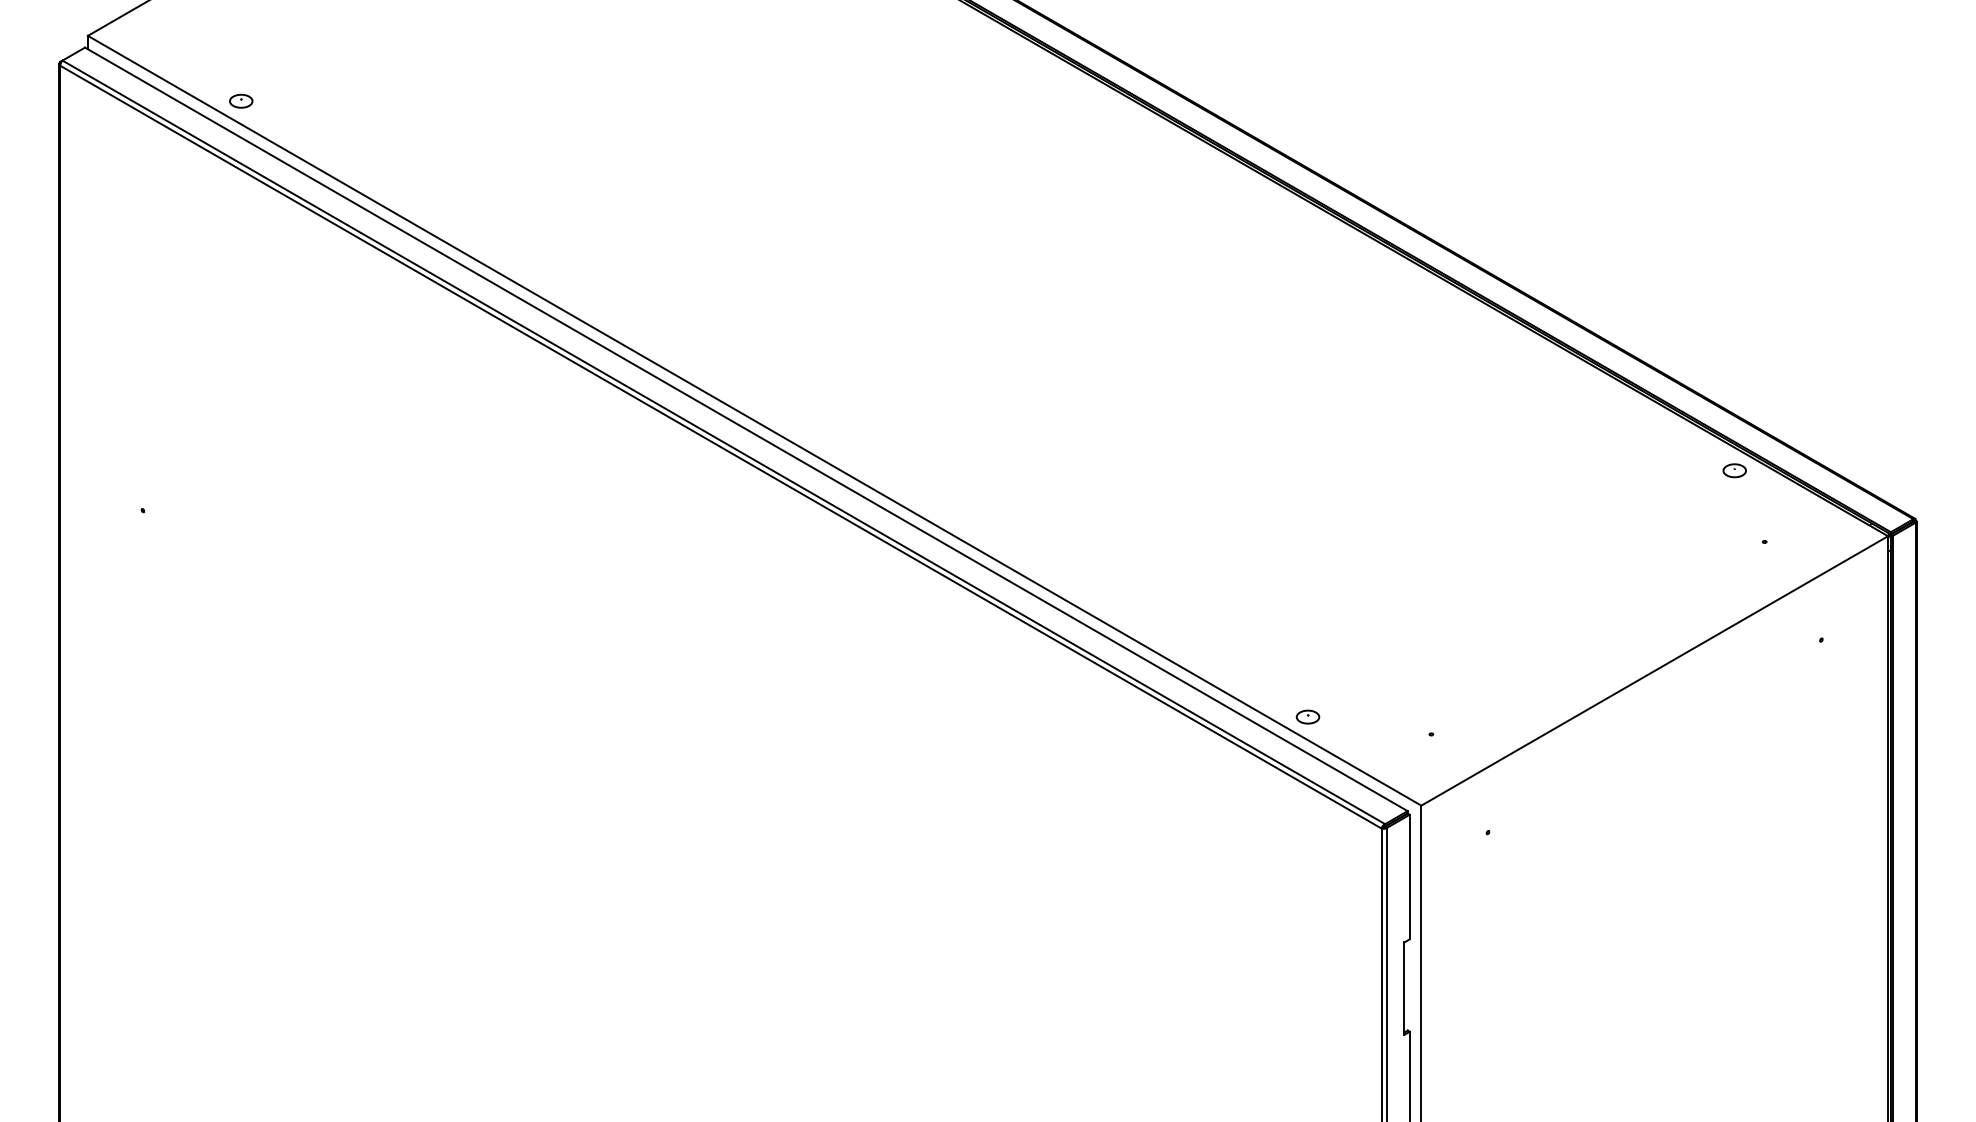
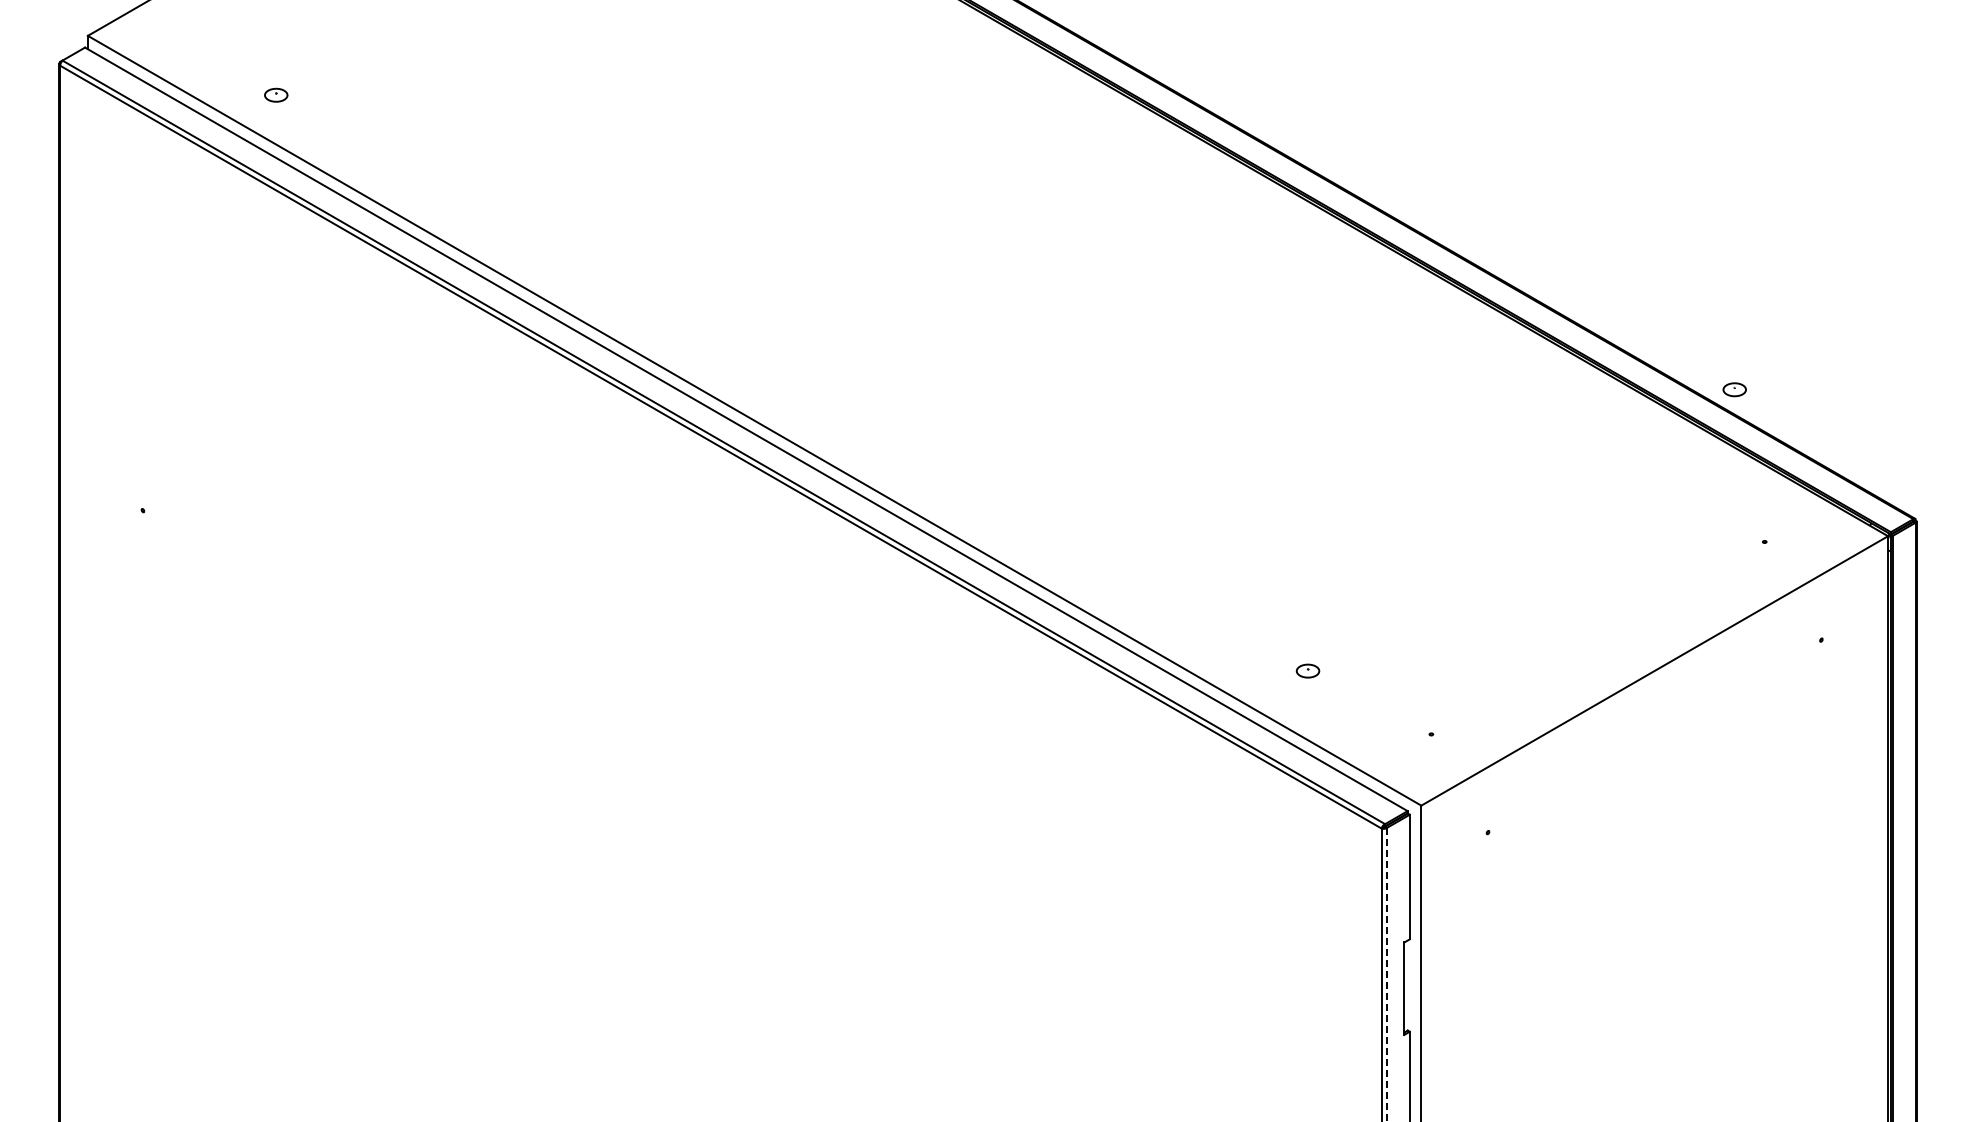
part at (241, 100) position: (241, 100) -> (276, 94)
part at (1734, 470) position: (1734, 470) -> (1734, 389)
part at (1307, 716) position: (1307, 716) -> (1307, 670)
line at (1387, 974): solid -> dashed
